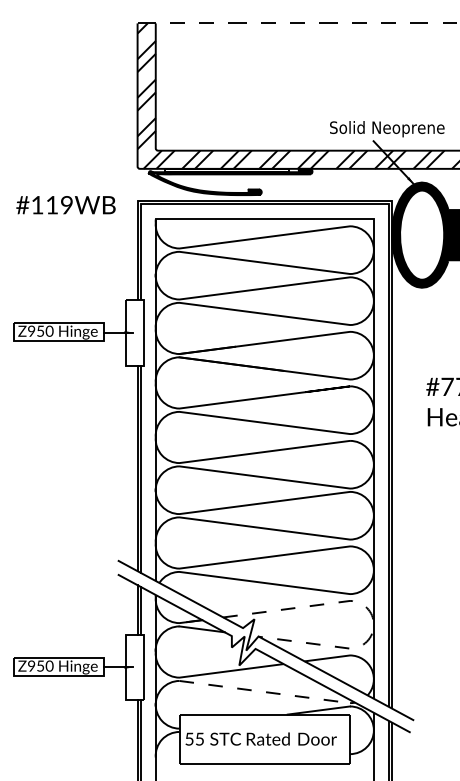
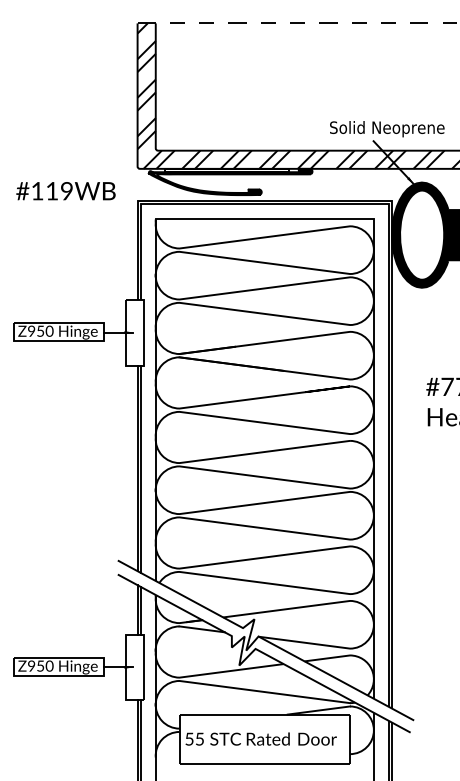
text at (65, 205) position: (65, 205) -> (65, 191)
line at (369, 611): dashed -> solid
line at (264, 692): dashed -> solid
